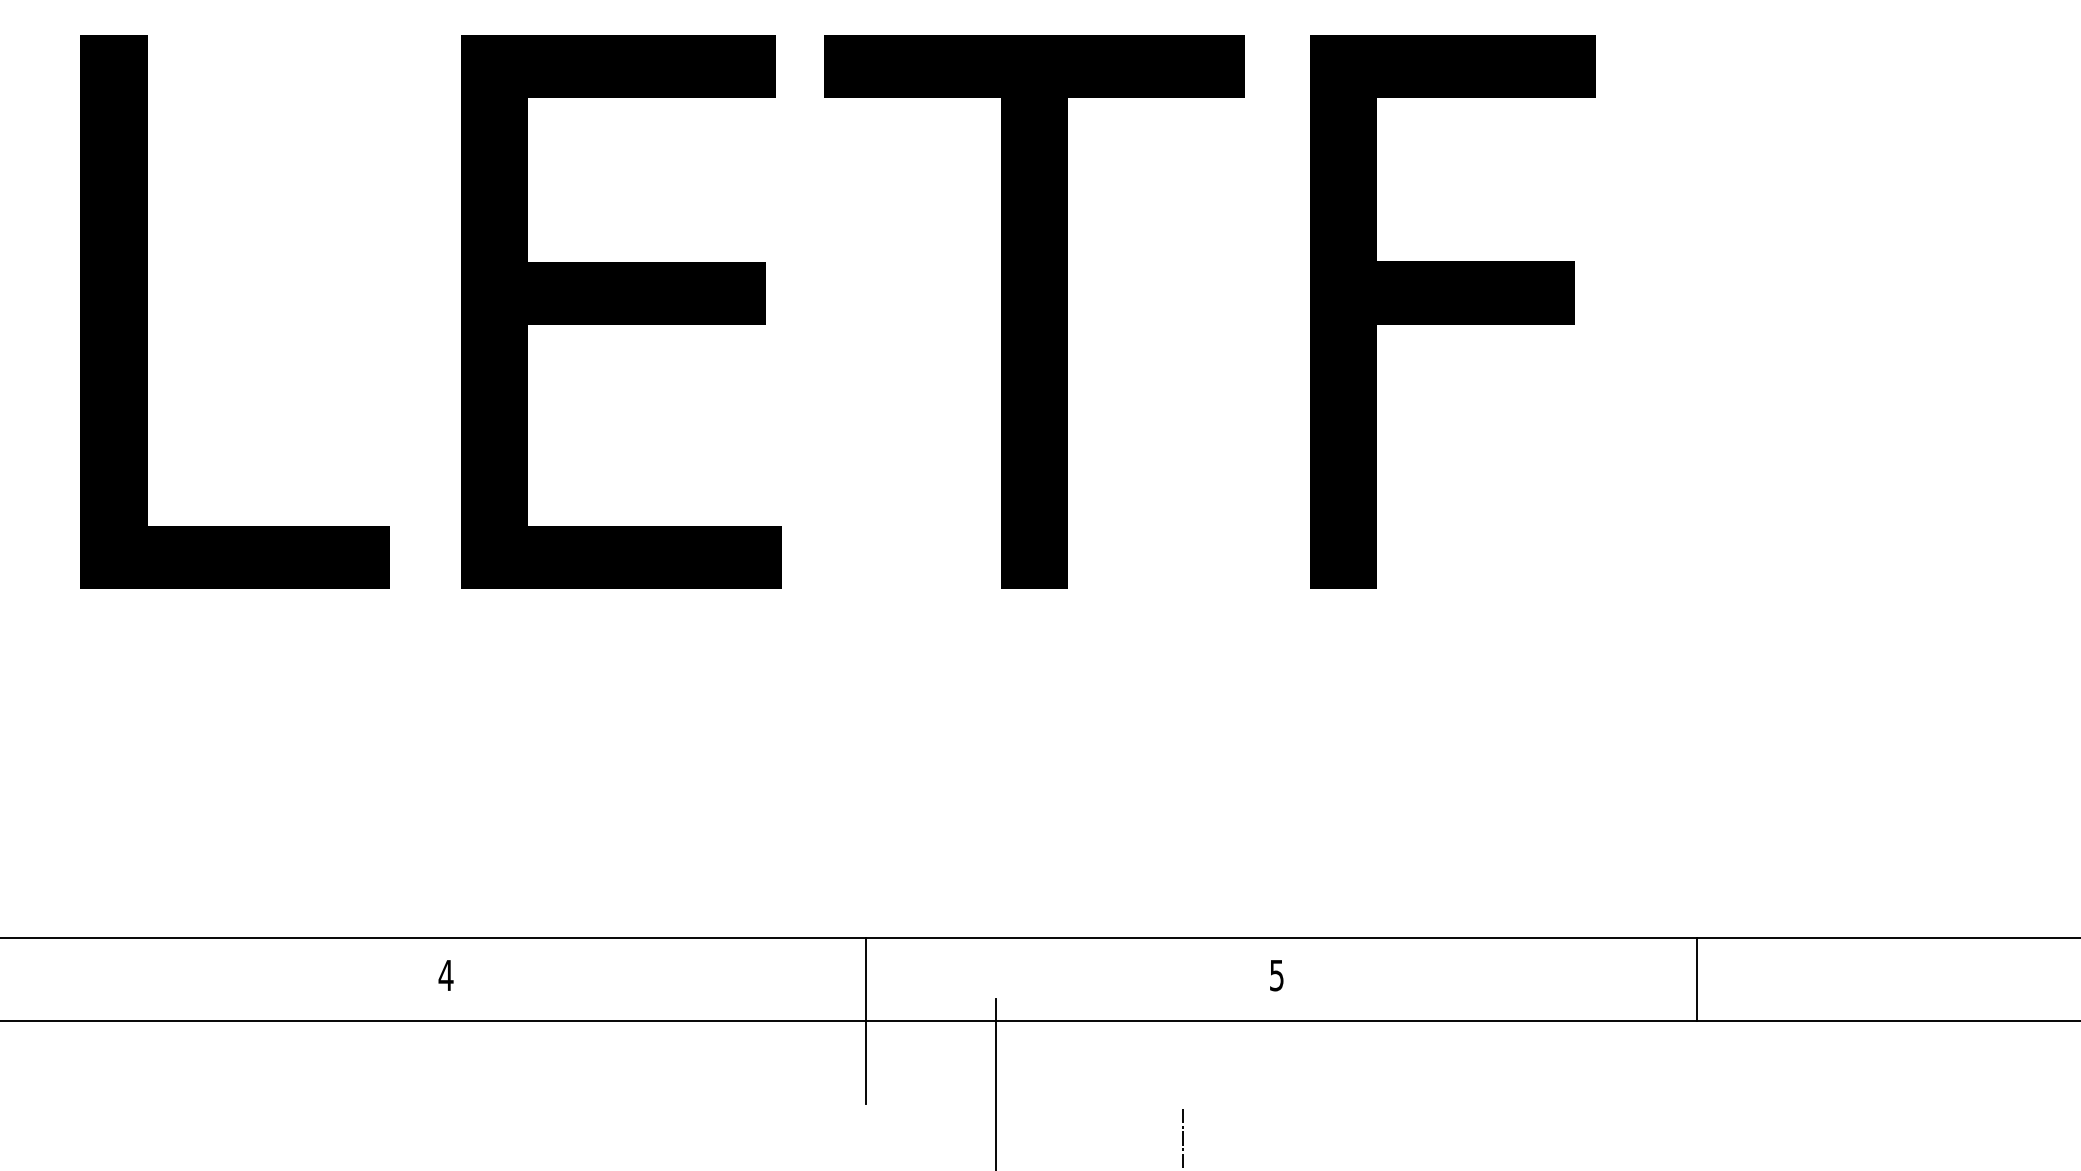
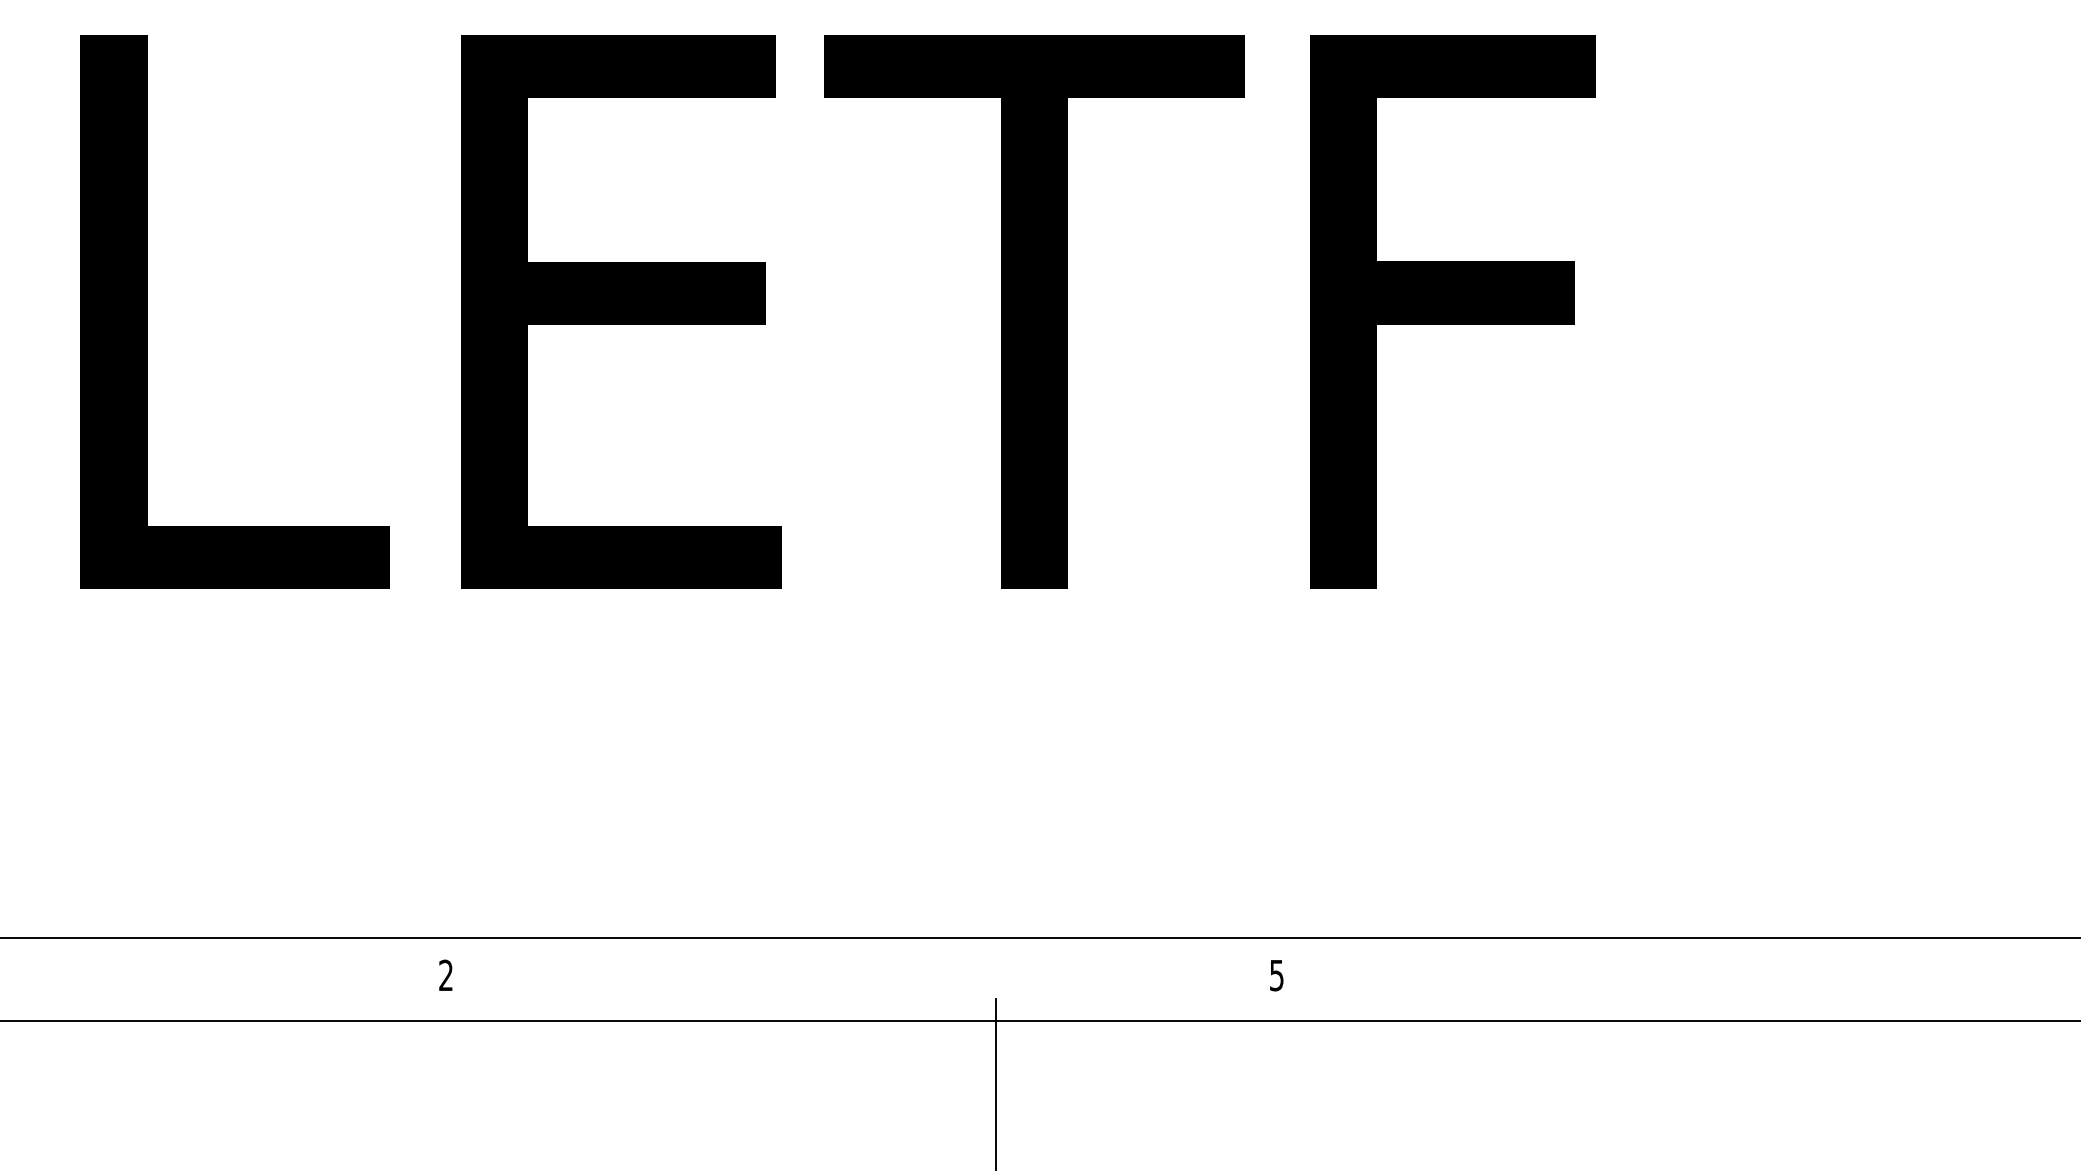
text at (445, 974): 4 -> 2
line at (1697, 978): present -> none
line at (866, 1020): present -> none
line at (1182, 1138): present -> none
